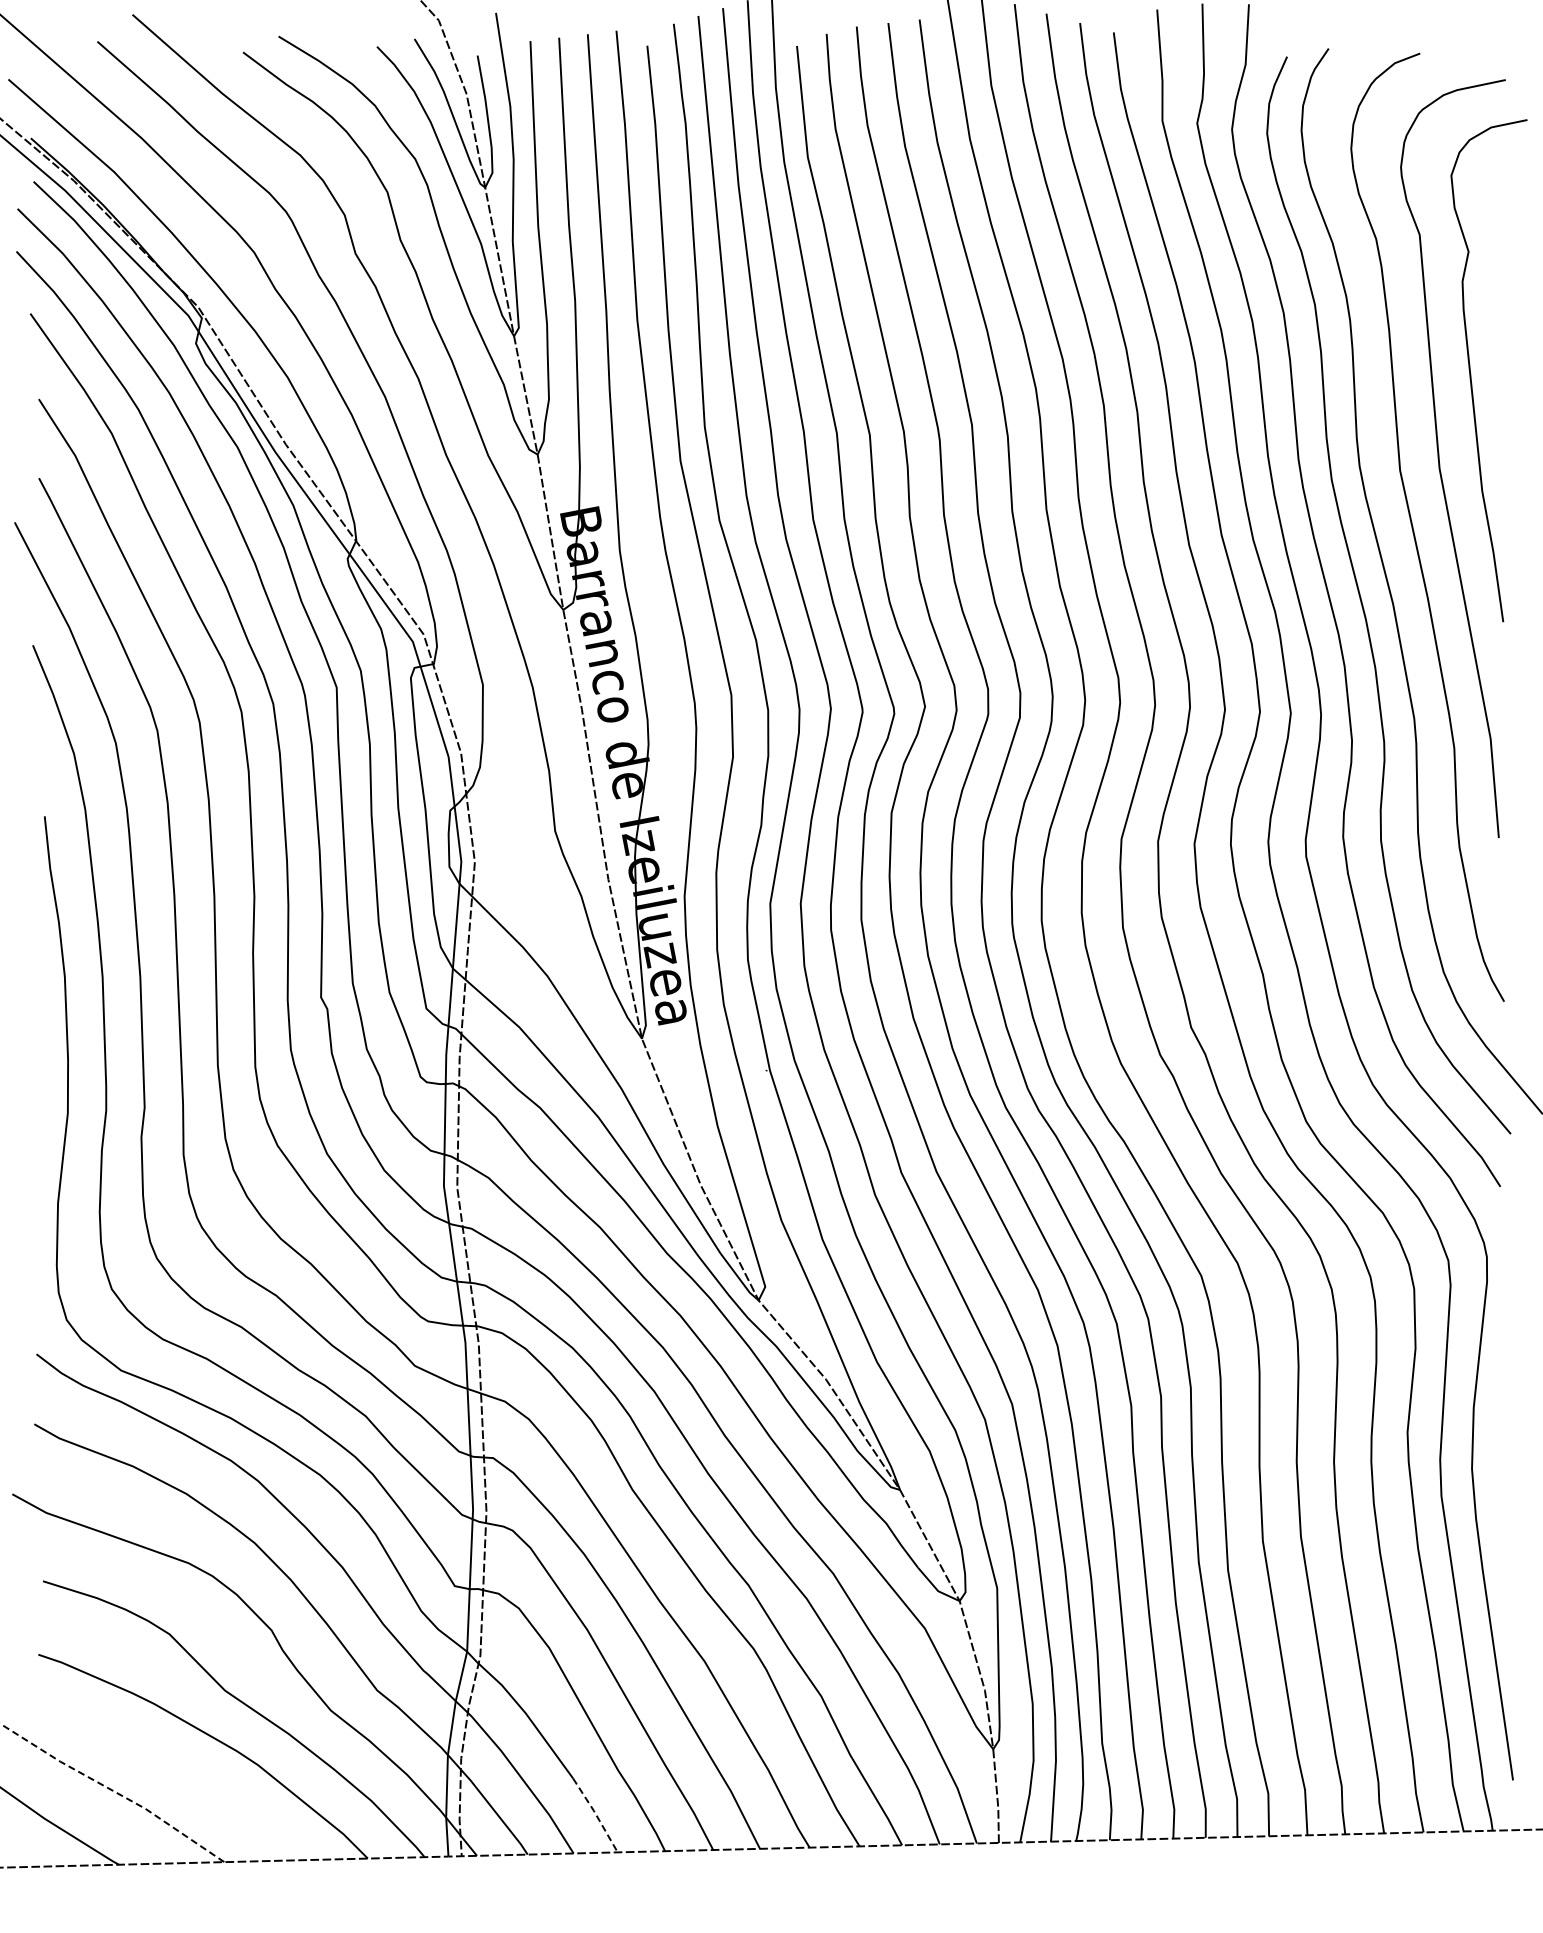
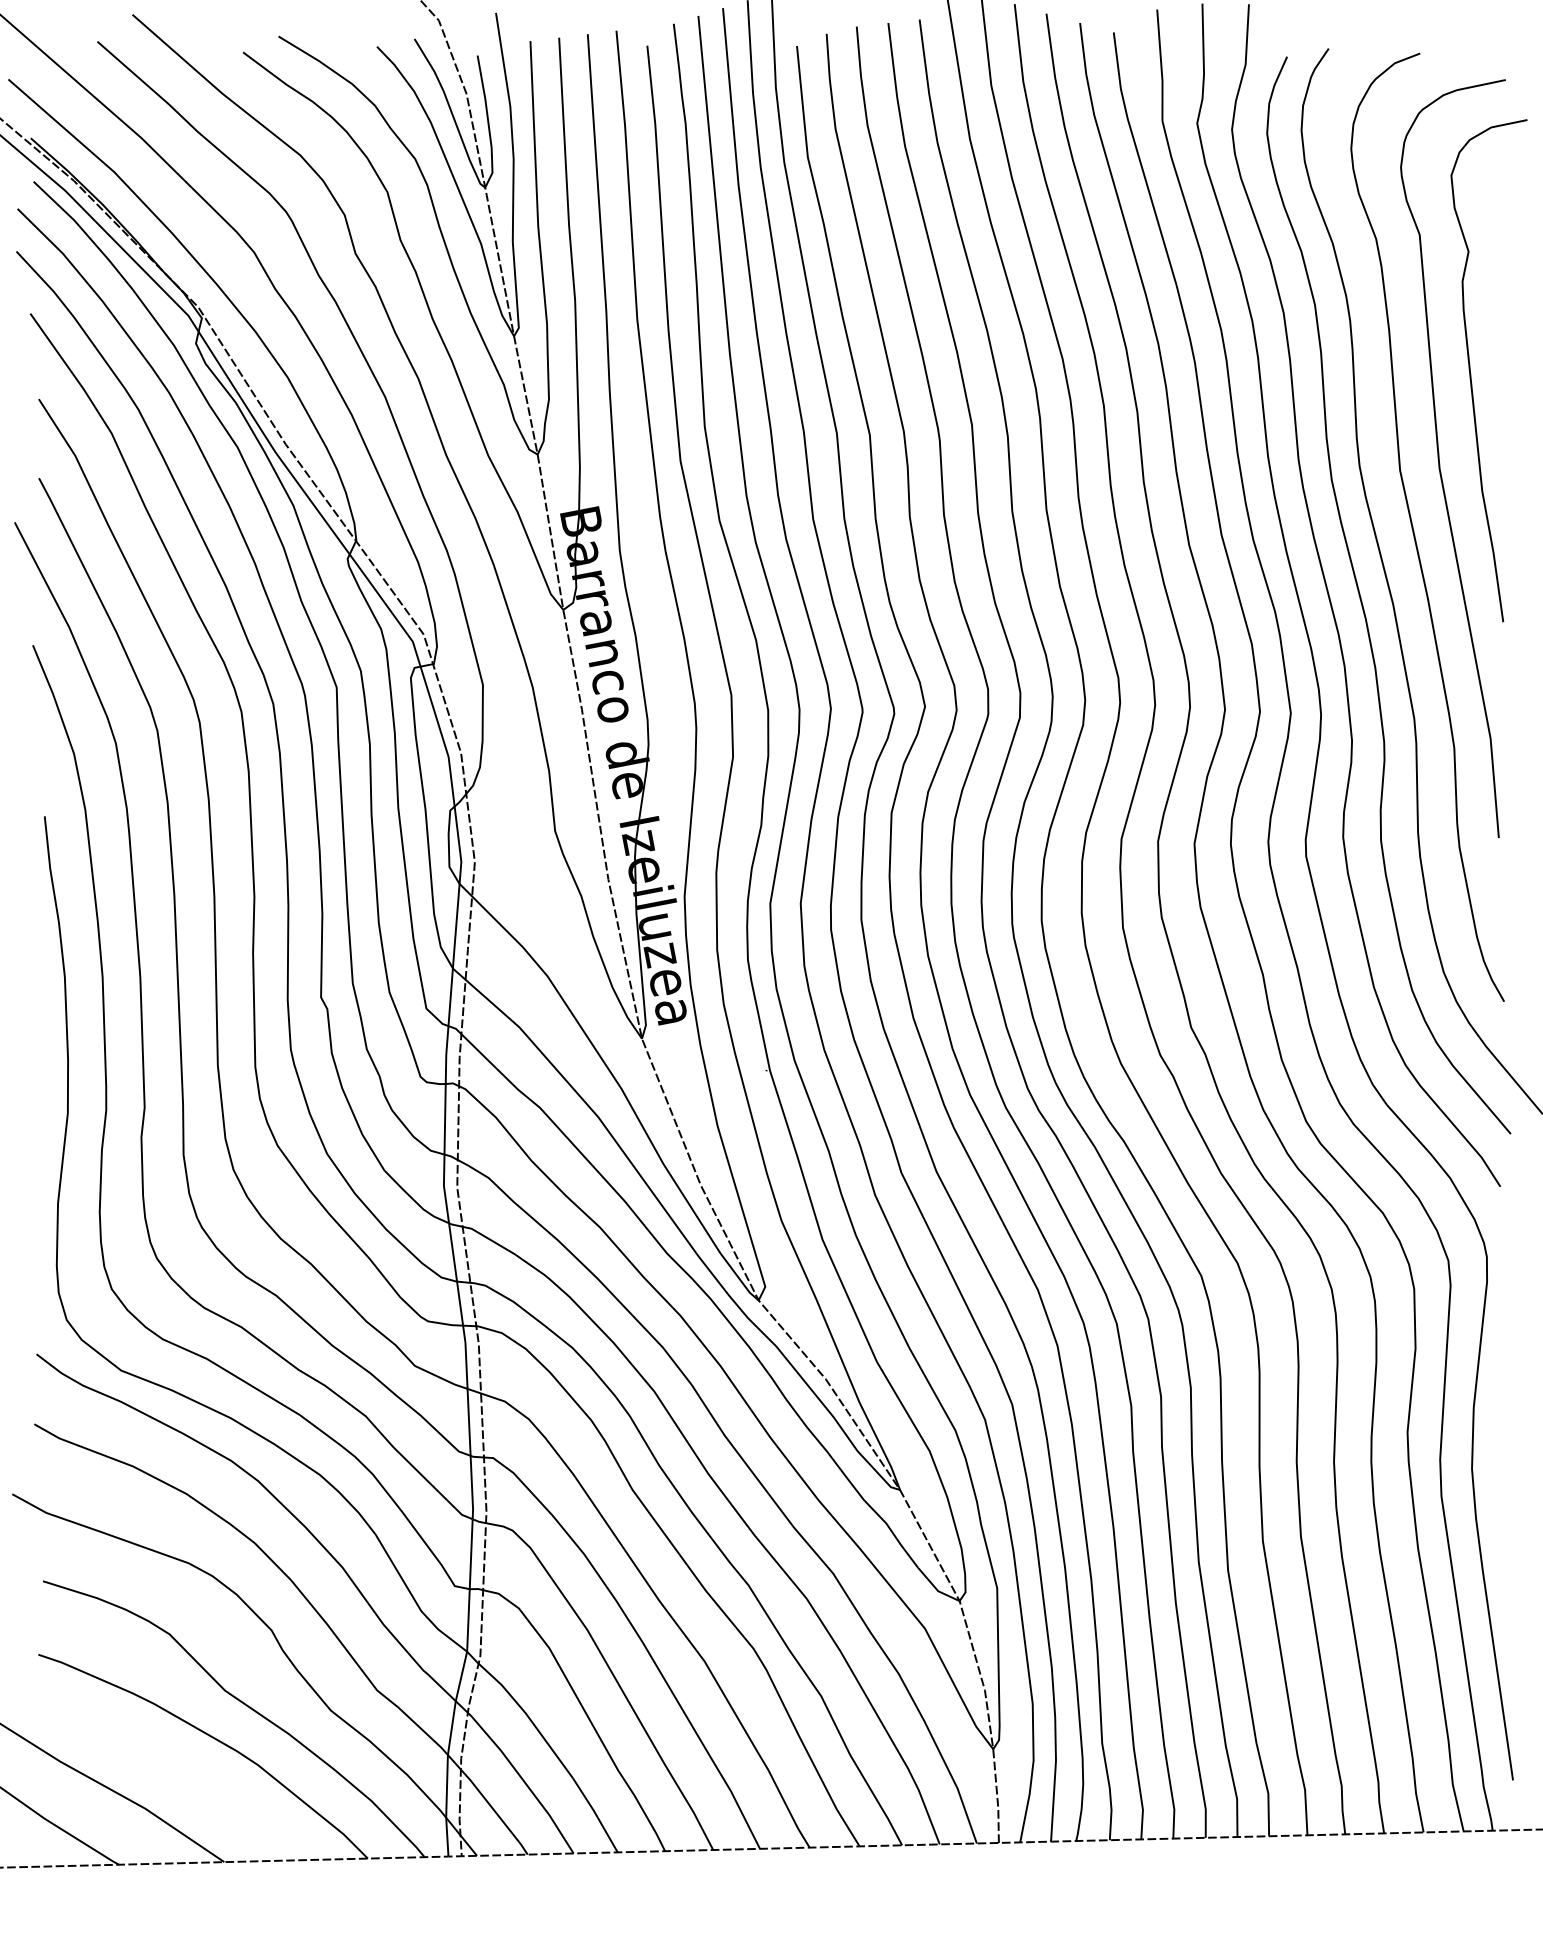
line at (113, 1790): dashed -> solid
line at (596, 1814): dashed -> solid
